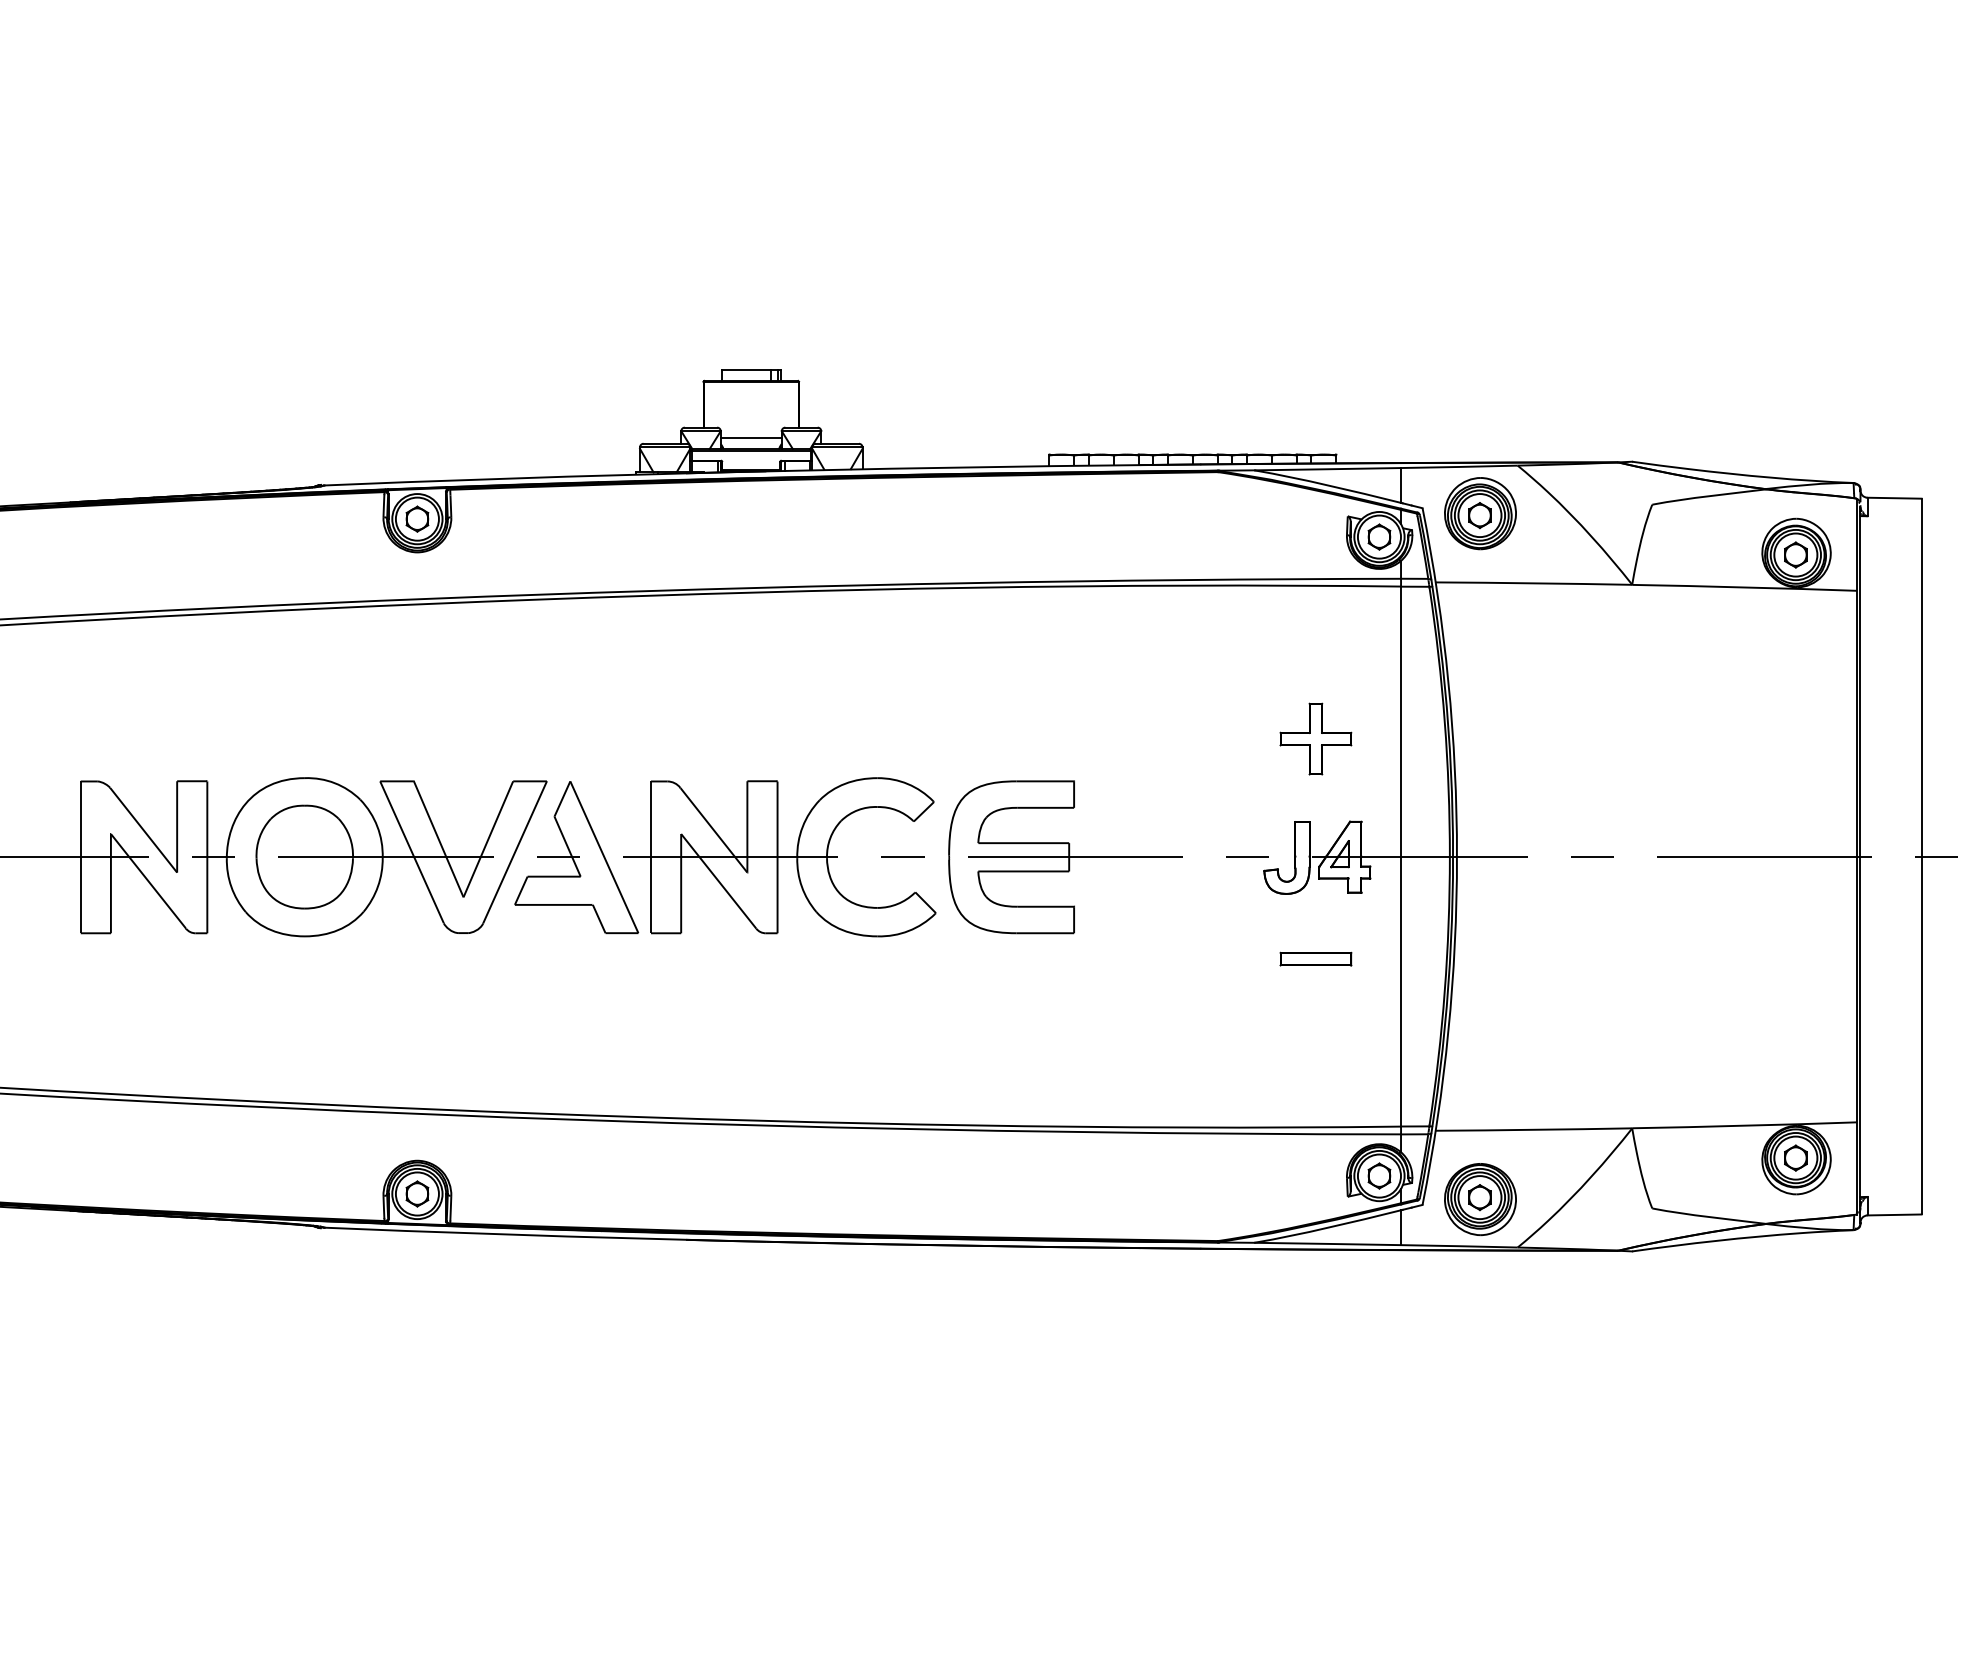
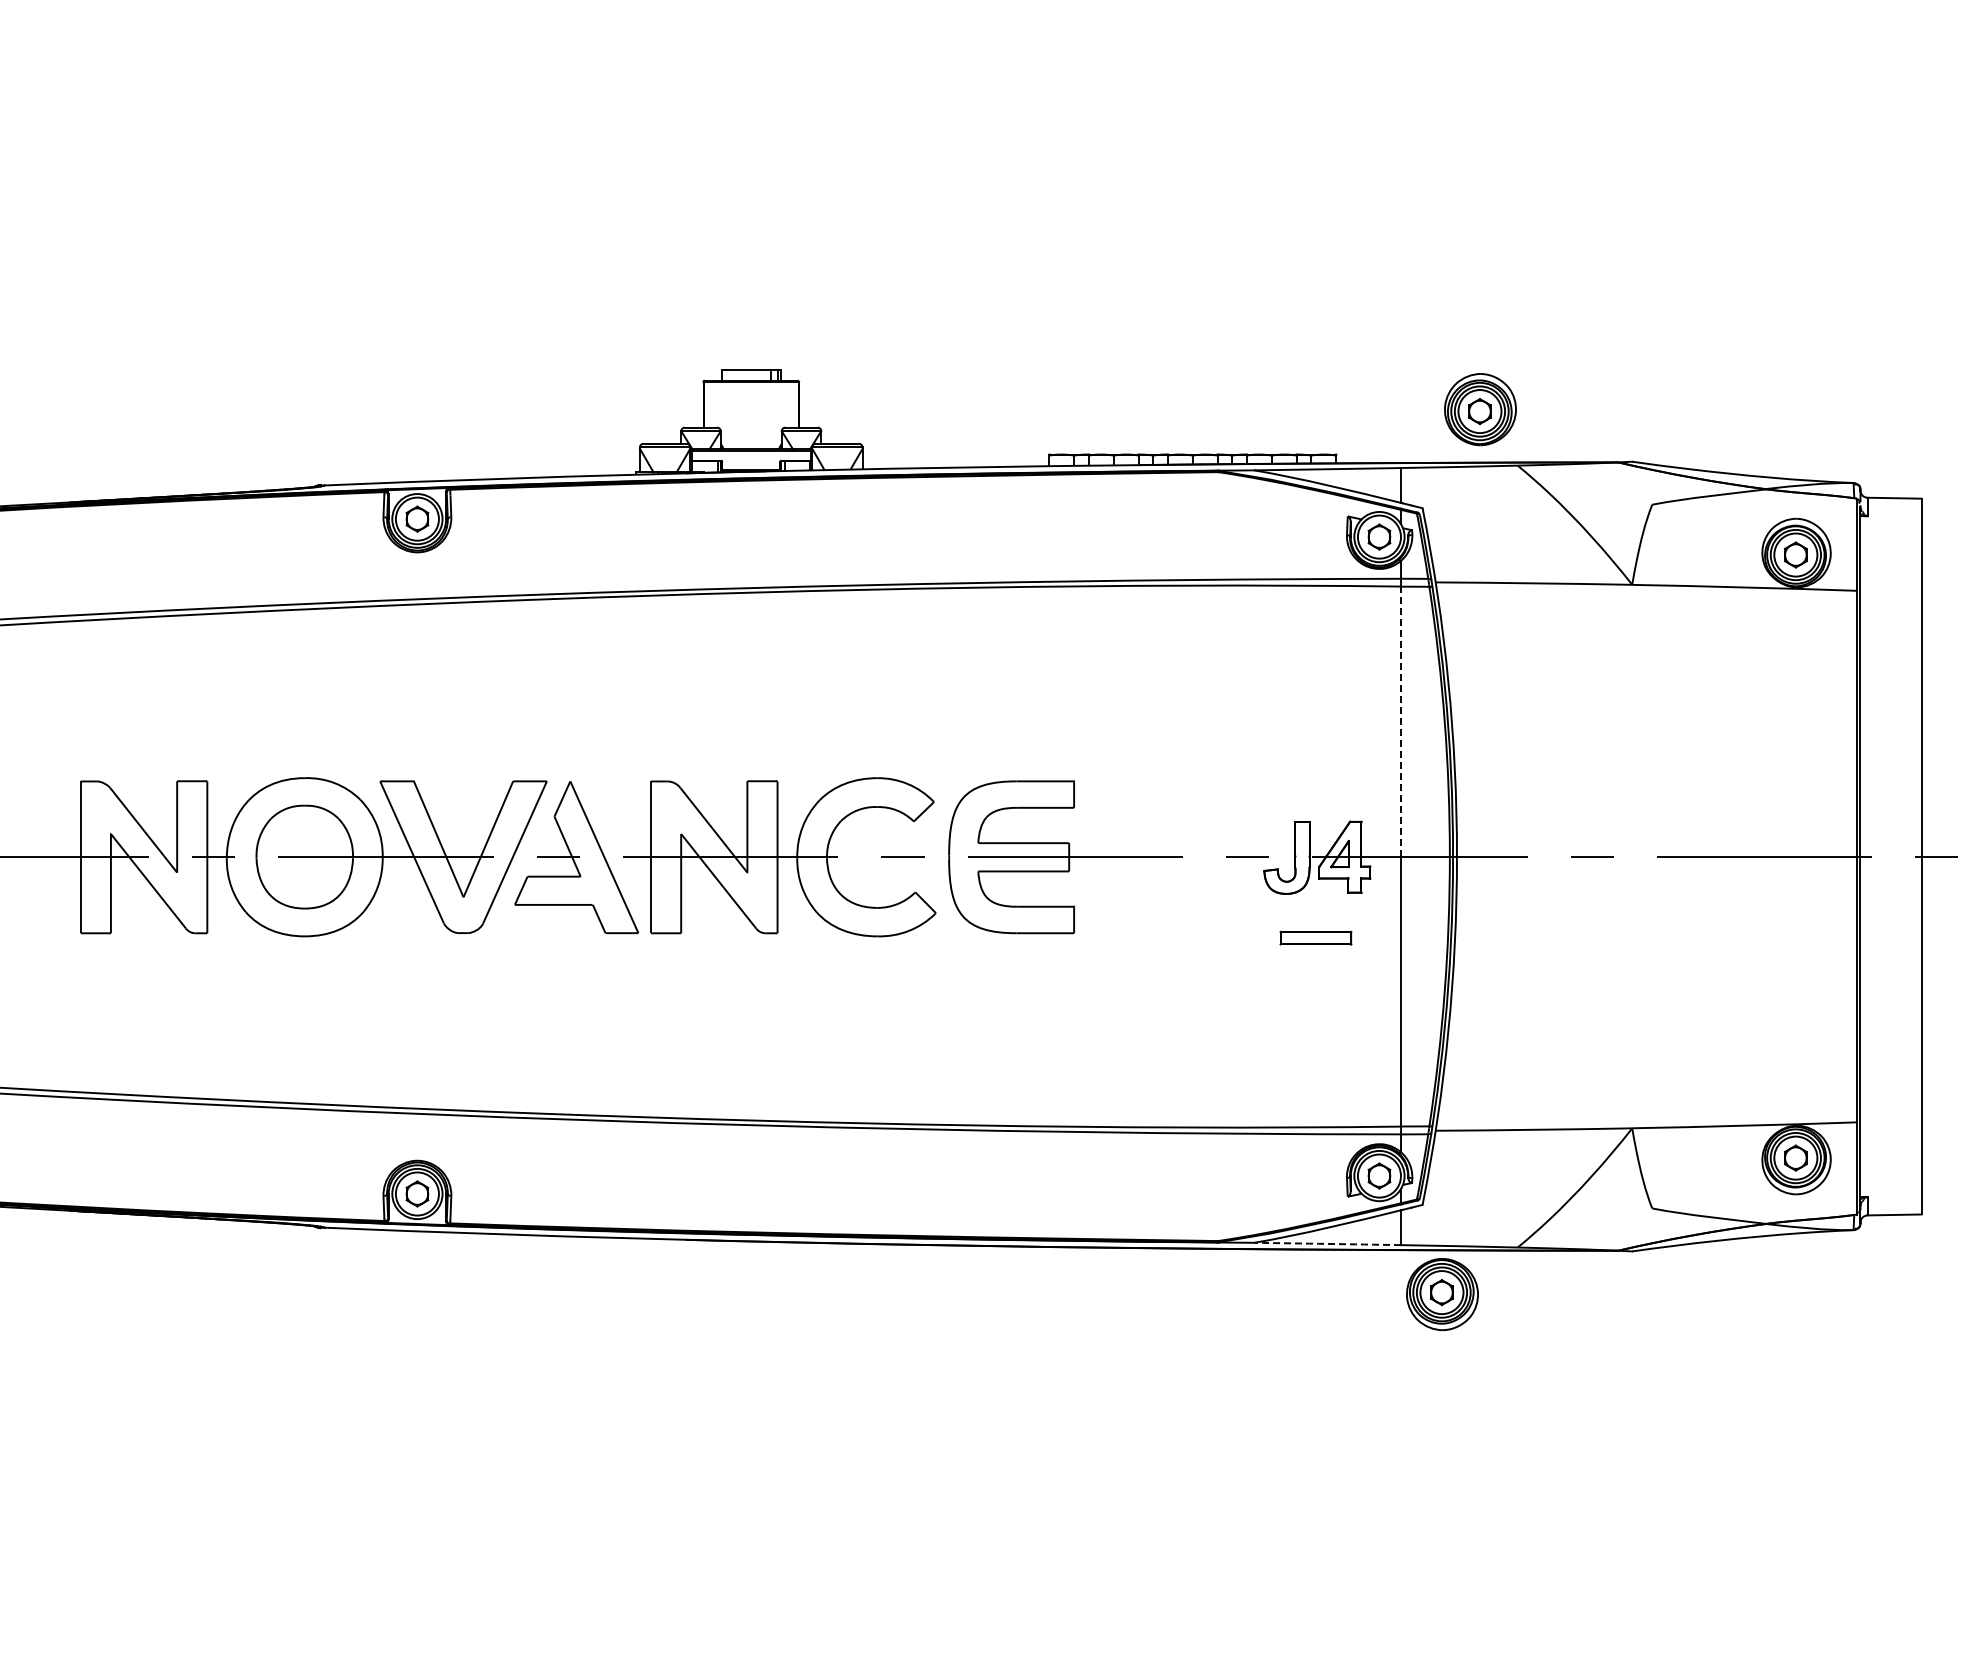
line at (750, 438): present -> none
part at (1480, 513) position: (1480, 513) -> (1480, 409)
line at (1401, 721): solid -> dashed
part at (1315, 738): present -> none
part at (1315, 958) position: (1315, 958) -> (1315, 937)
part at (1480, 1199) position: (1480, 1199) -> (1442, 1294)
arc at (1327, 1243): solid -> dashed
